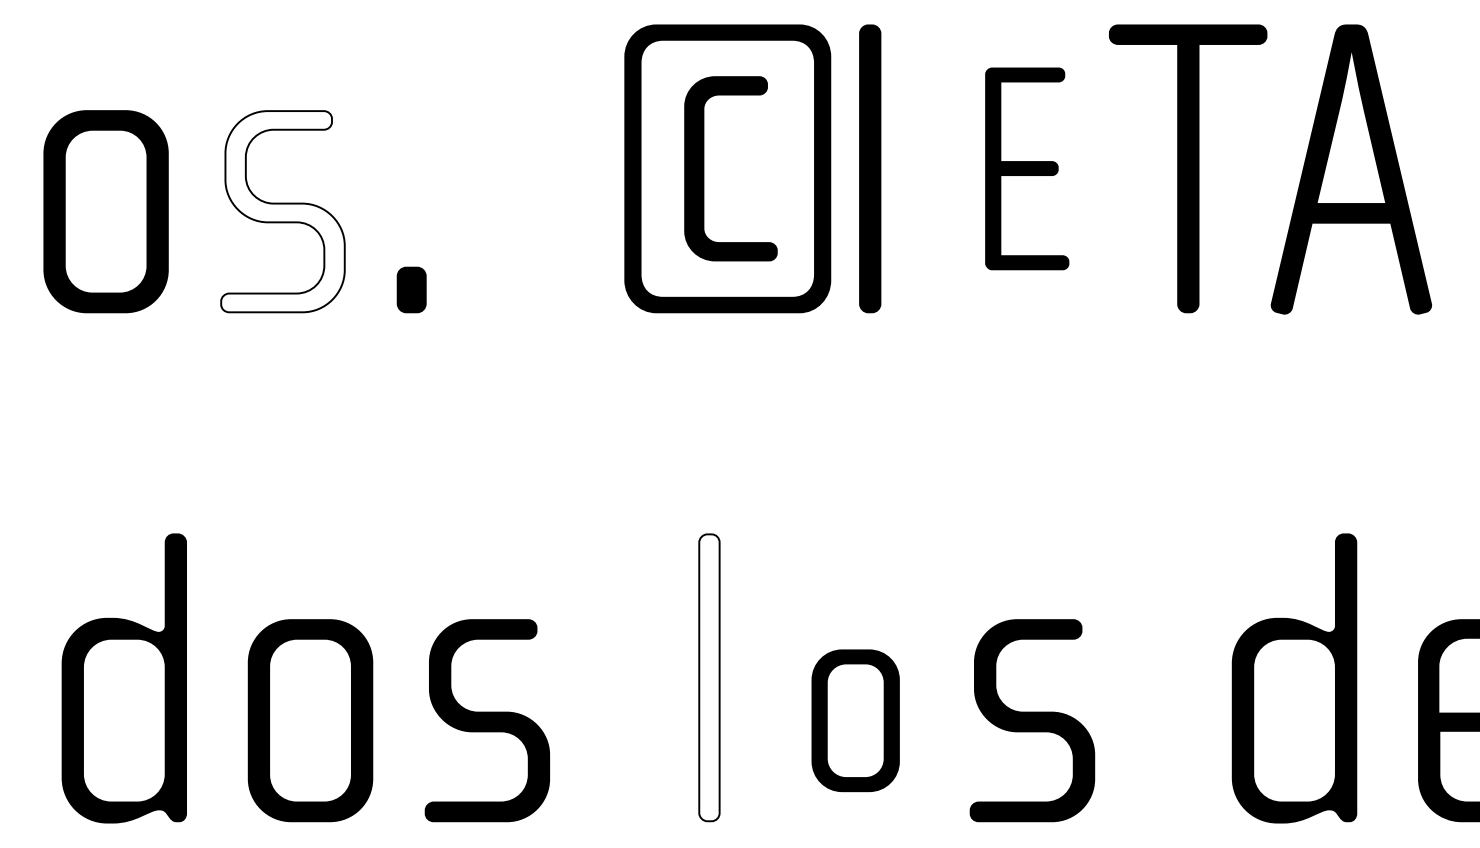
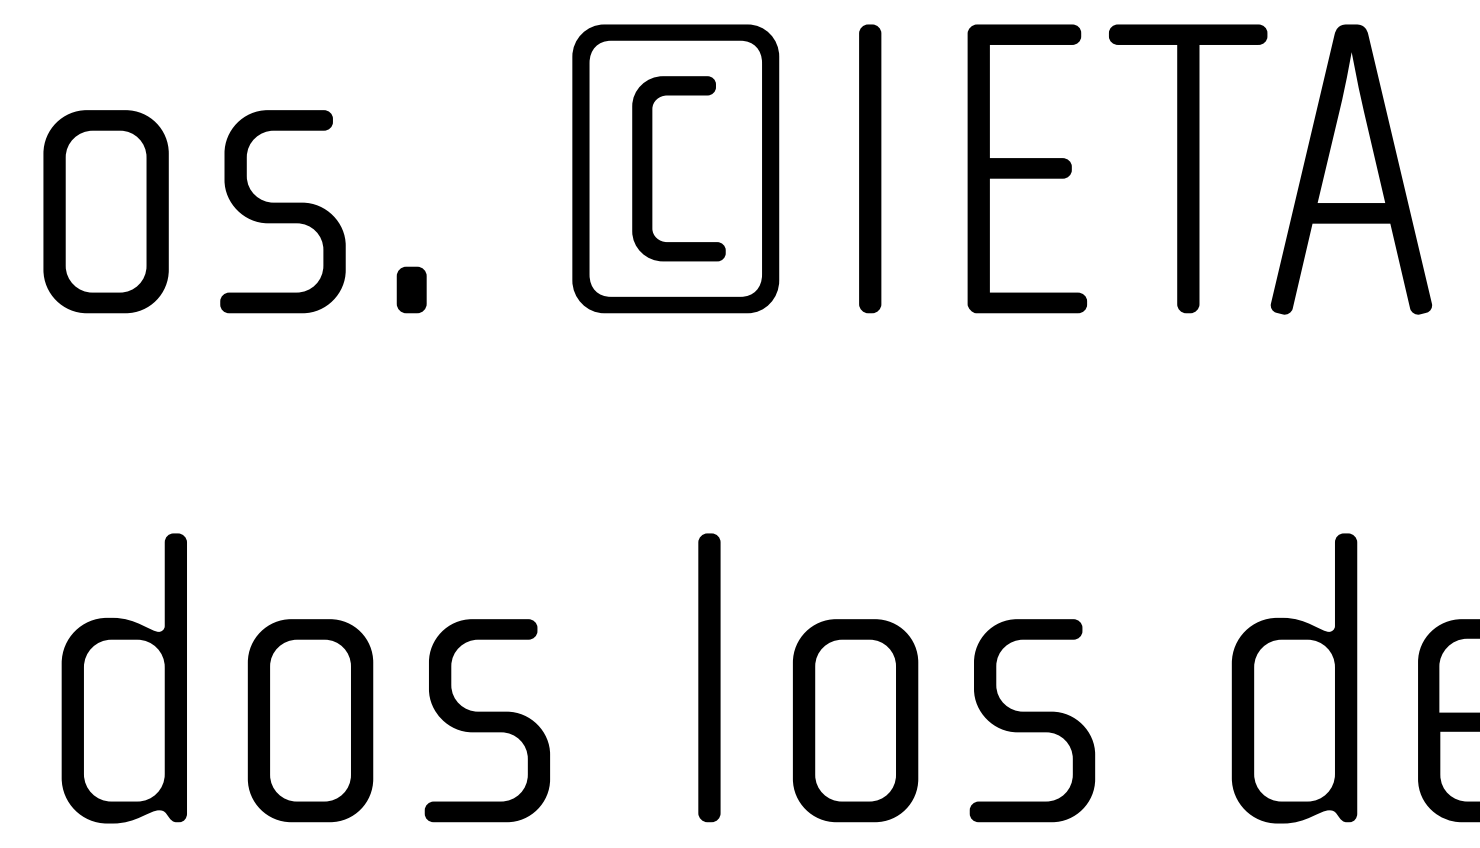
part at (727, 168) position: (727, 168) -> (675, 168)
part at (1027, 168) size: 85x204 px -> 120x290 px
fill at (282, 211): none -> present
fill at (709, 677): none -> present
part at (855, 720) size: 89x144 px -> 126x204 px
